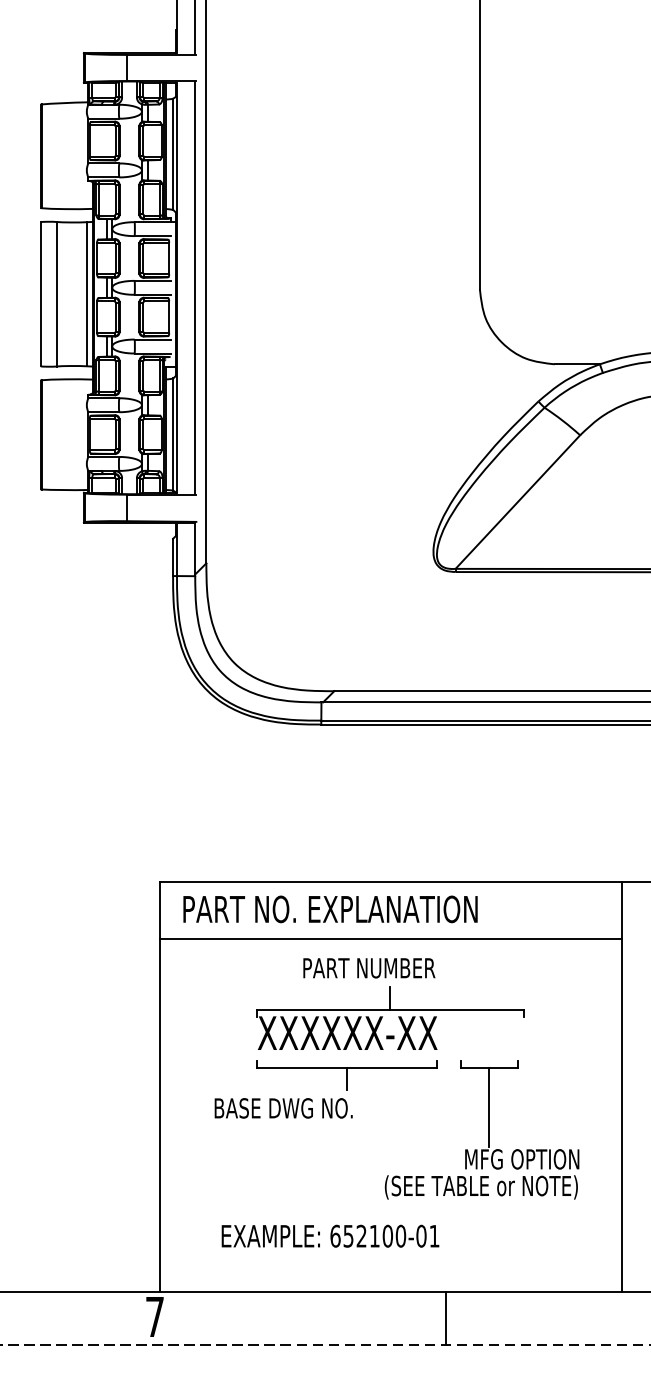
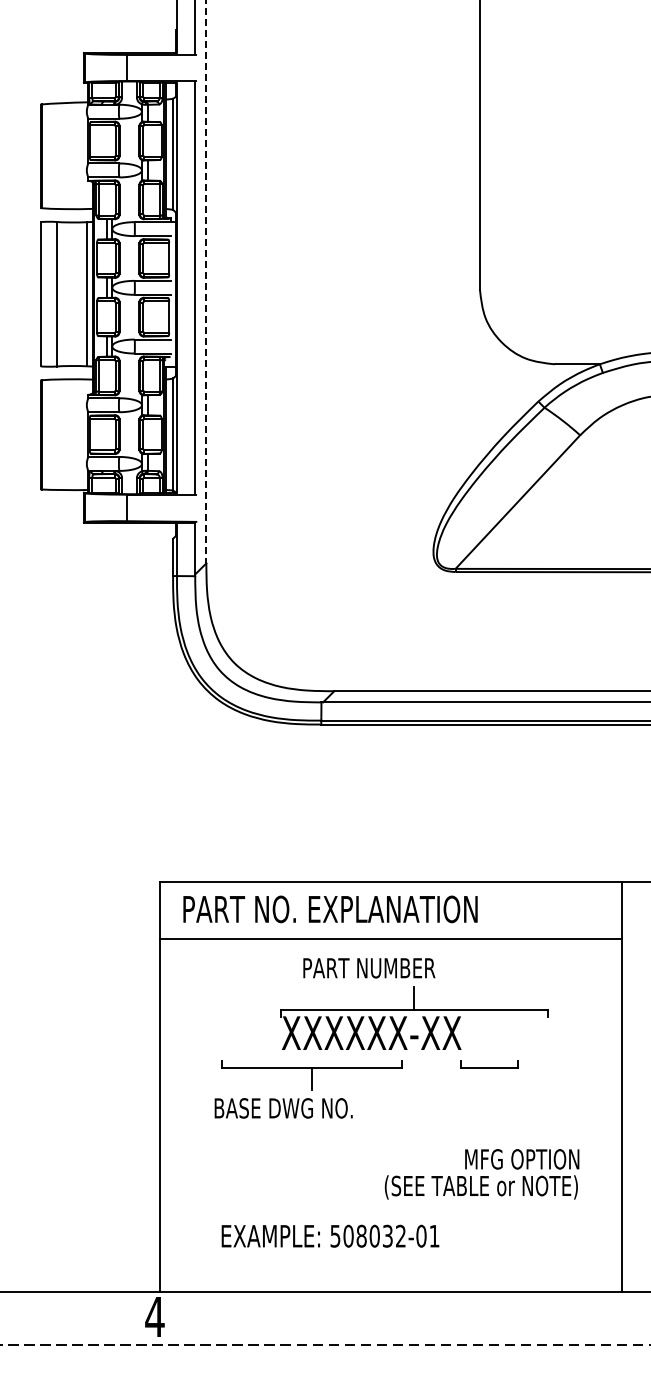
line at (206, 282): solid -> dashed
part at (390, 1010) position: (390, 1010) -> (414, 1010)
part at (346, 1075) position: (346, 1075) -> (311, 1075)
line at (489, 1107): present -> none
text at (368, 1235): 652100-01 -> 508032-01
text at (154, 1316): 7 -> 4
line at (445, 1318): present -> none
